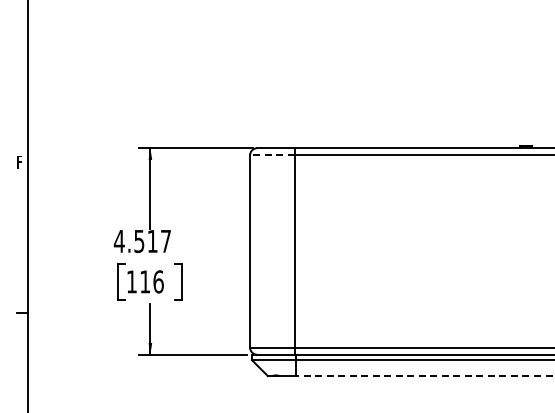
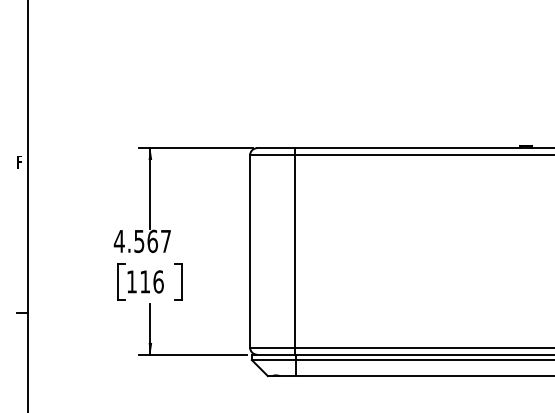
line at (271, 155): dashed -> solid
text at (152, 240): 4.517 -> 4.567
line at (425, 376): dashed -> solid
